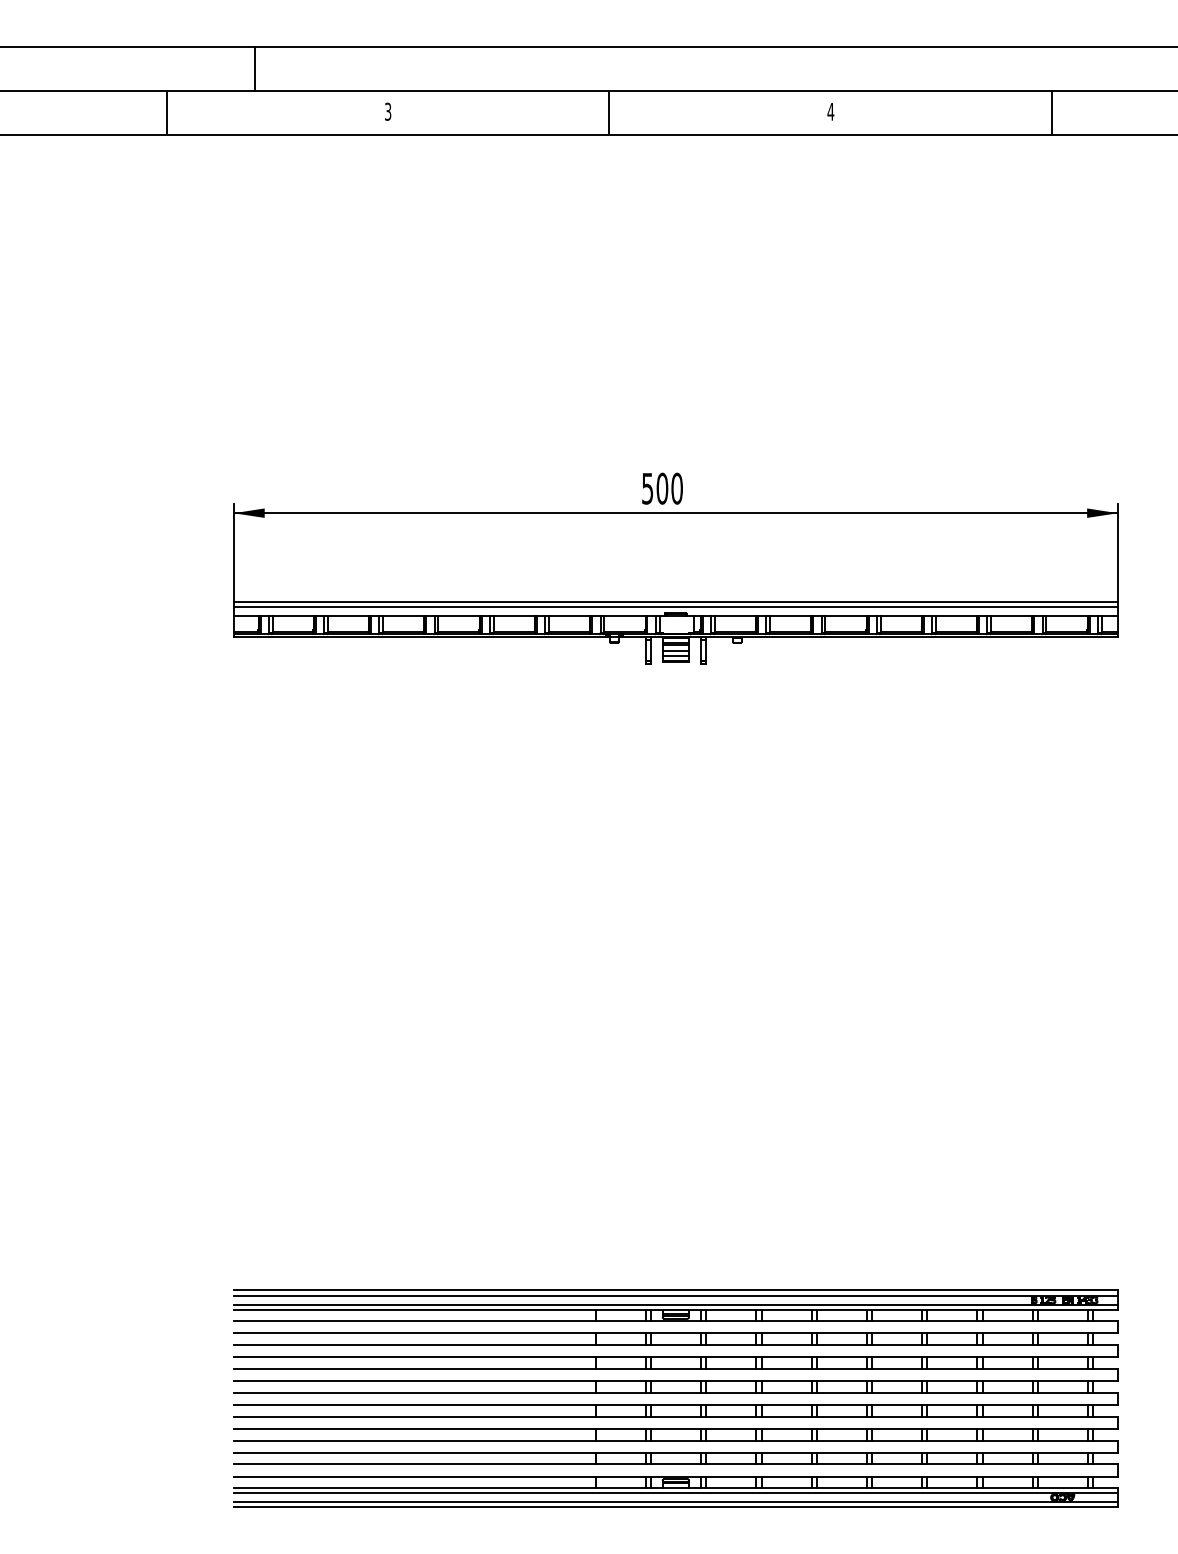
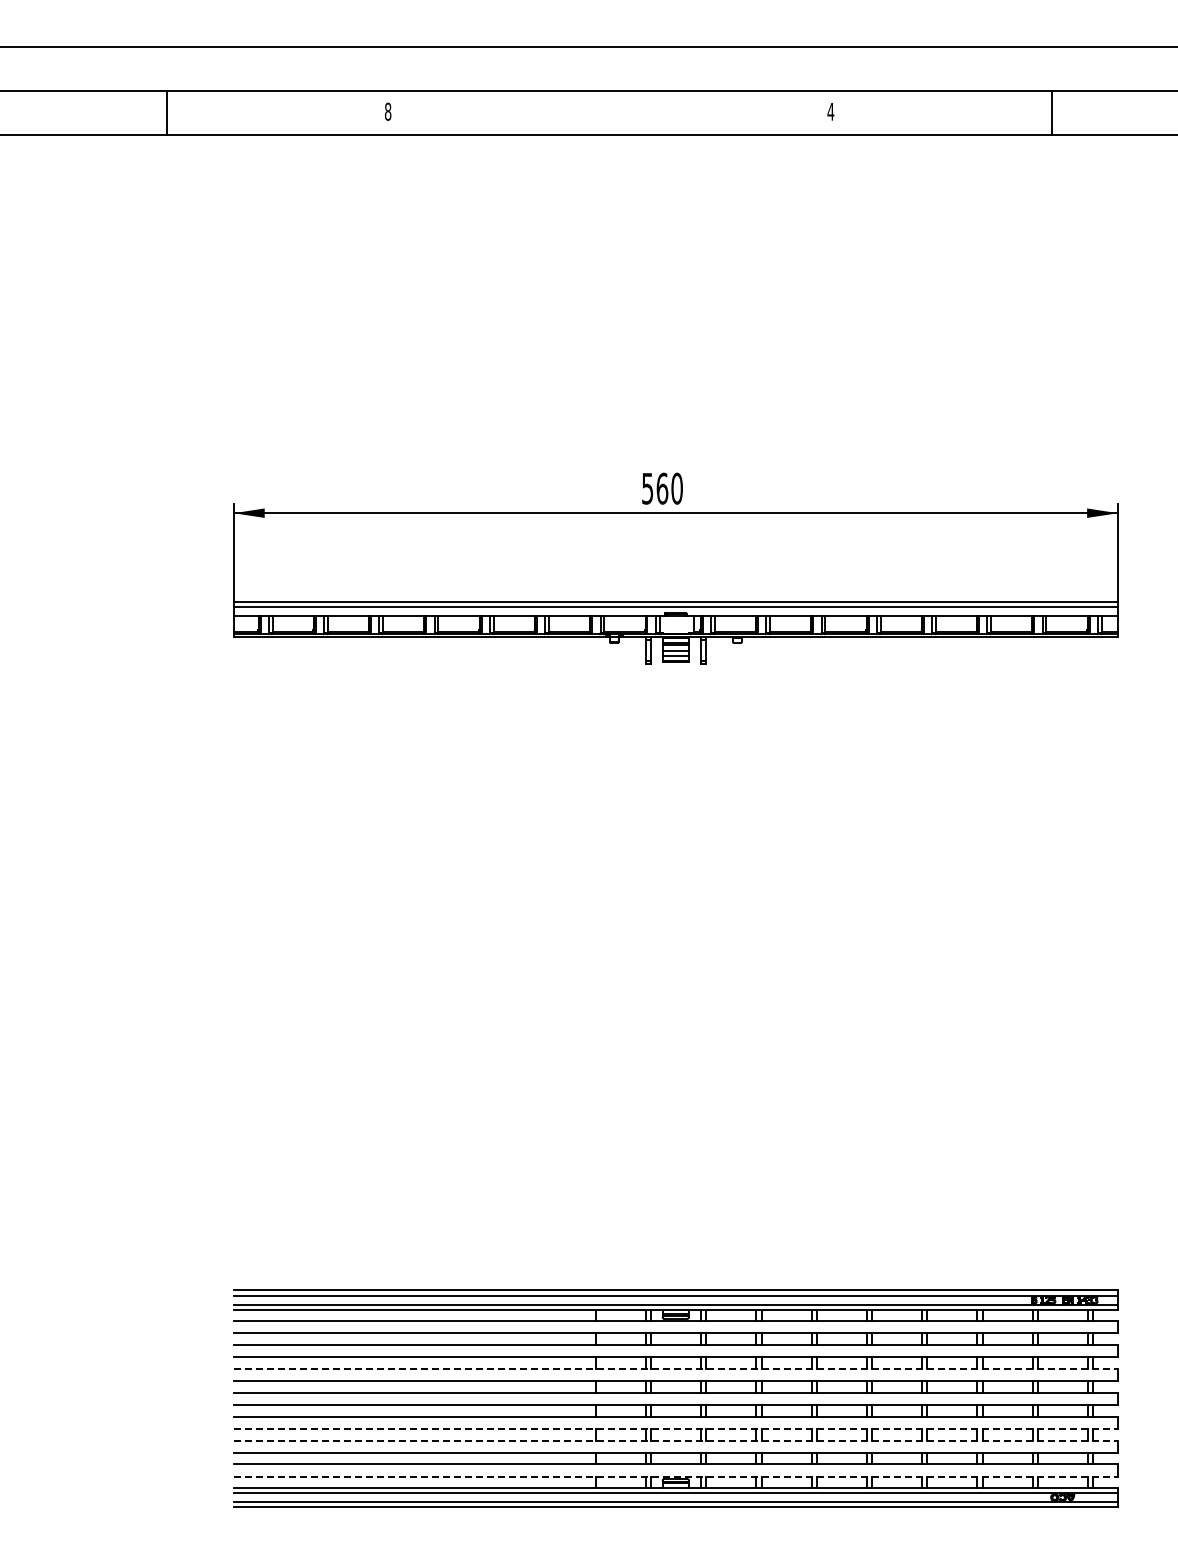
line at (255, 68): present -> none
text at (387, 111): 3 -> 8
line at (609, 112): present -> none
text at (662, 488): 500 -> 560
line at (676, 1368): solid -> dashed
line at (676, 1429): solid -> dashed
line at (676, 1440): solid -> dashed
line at (676, 1476): solid -> dashed
